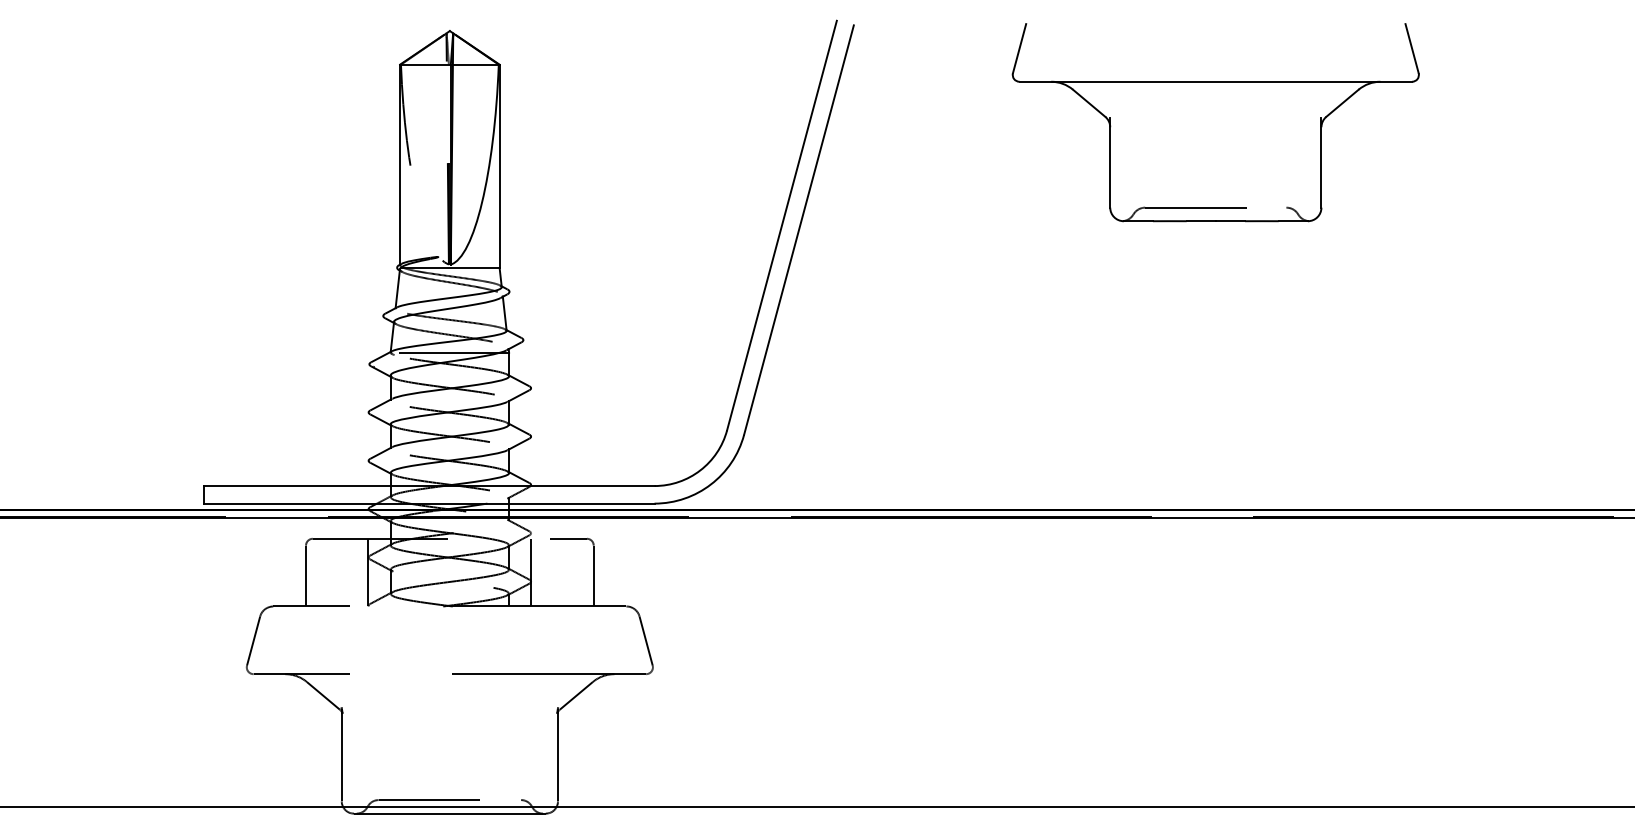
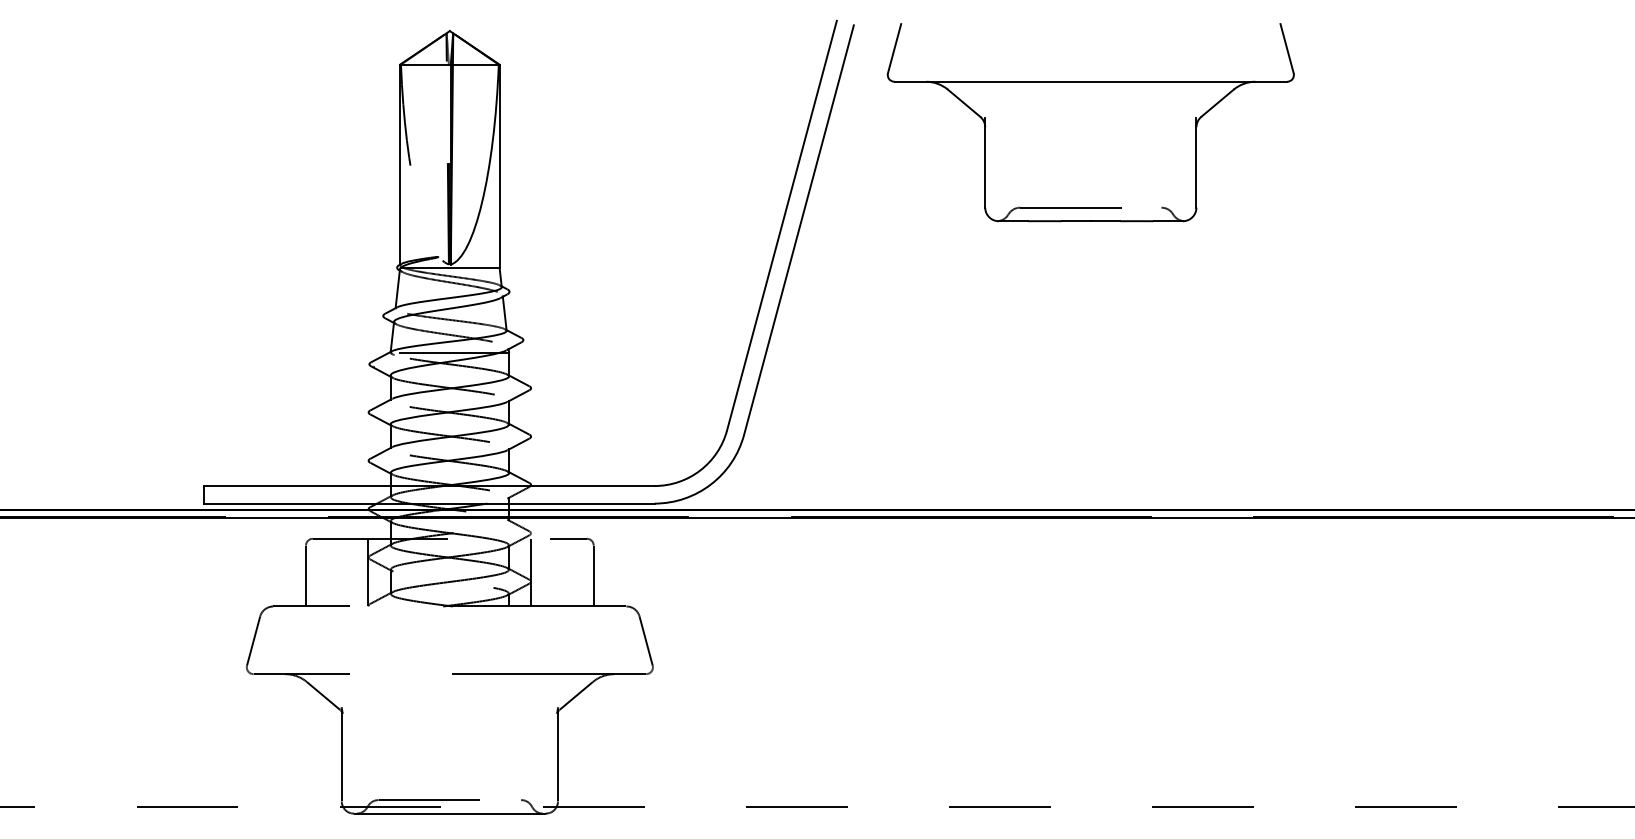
part at (1215, 122) position: (1215, 122) -> (1090, 122)
line at (817, 806): solid -> dashed
